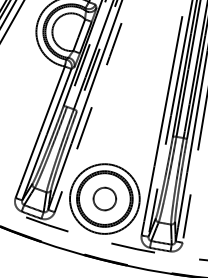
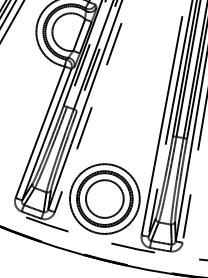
circle at (104, 198) diameter: 23 px -> 38 px
